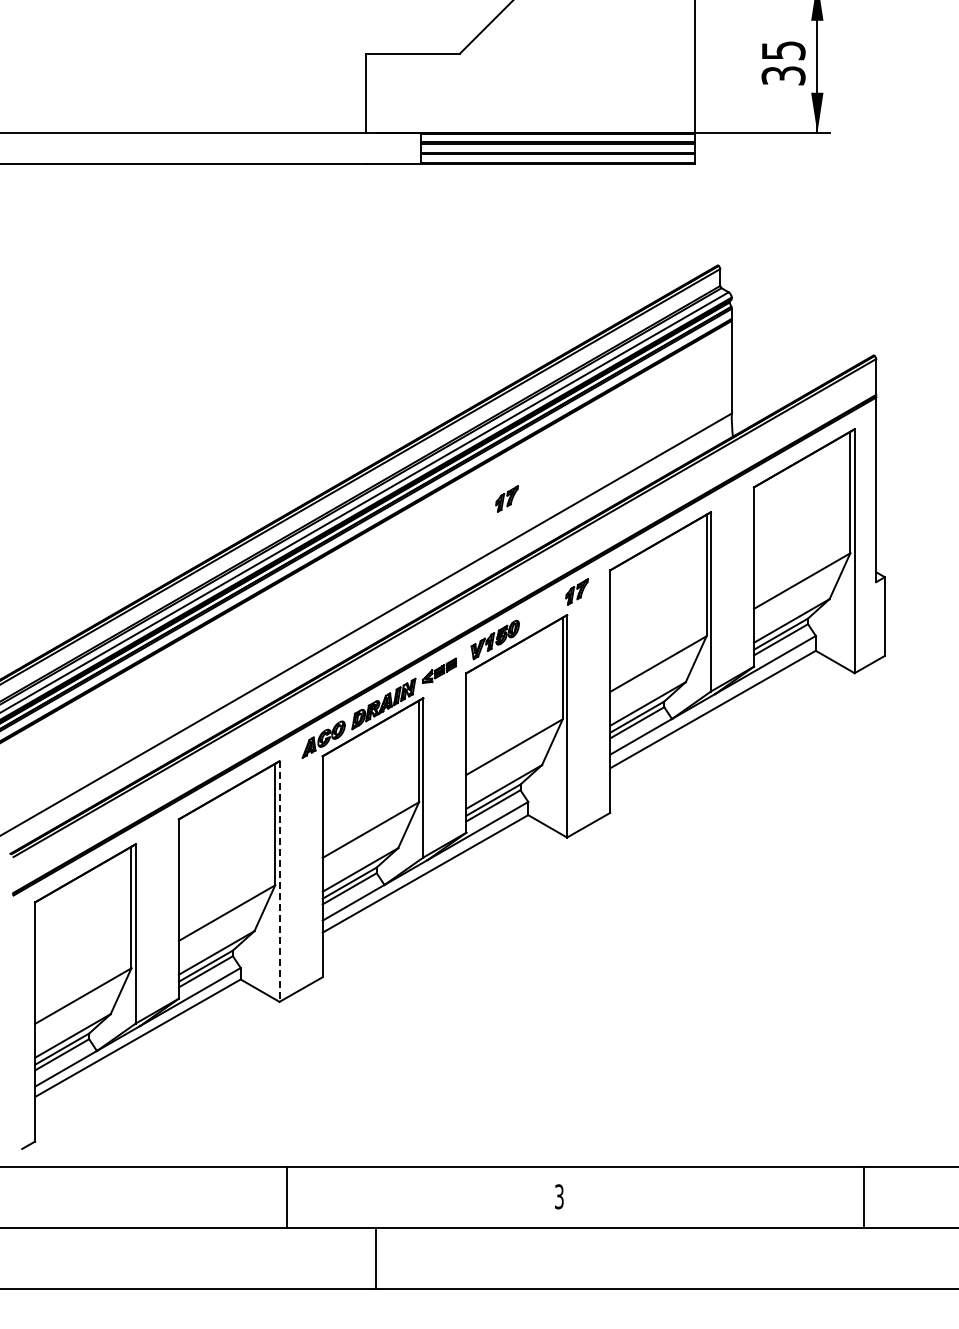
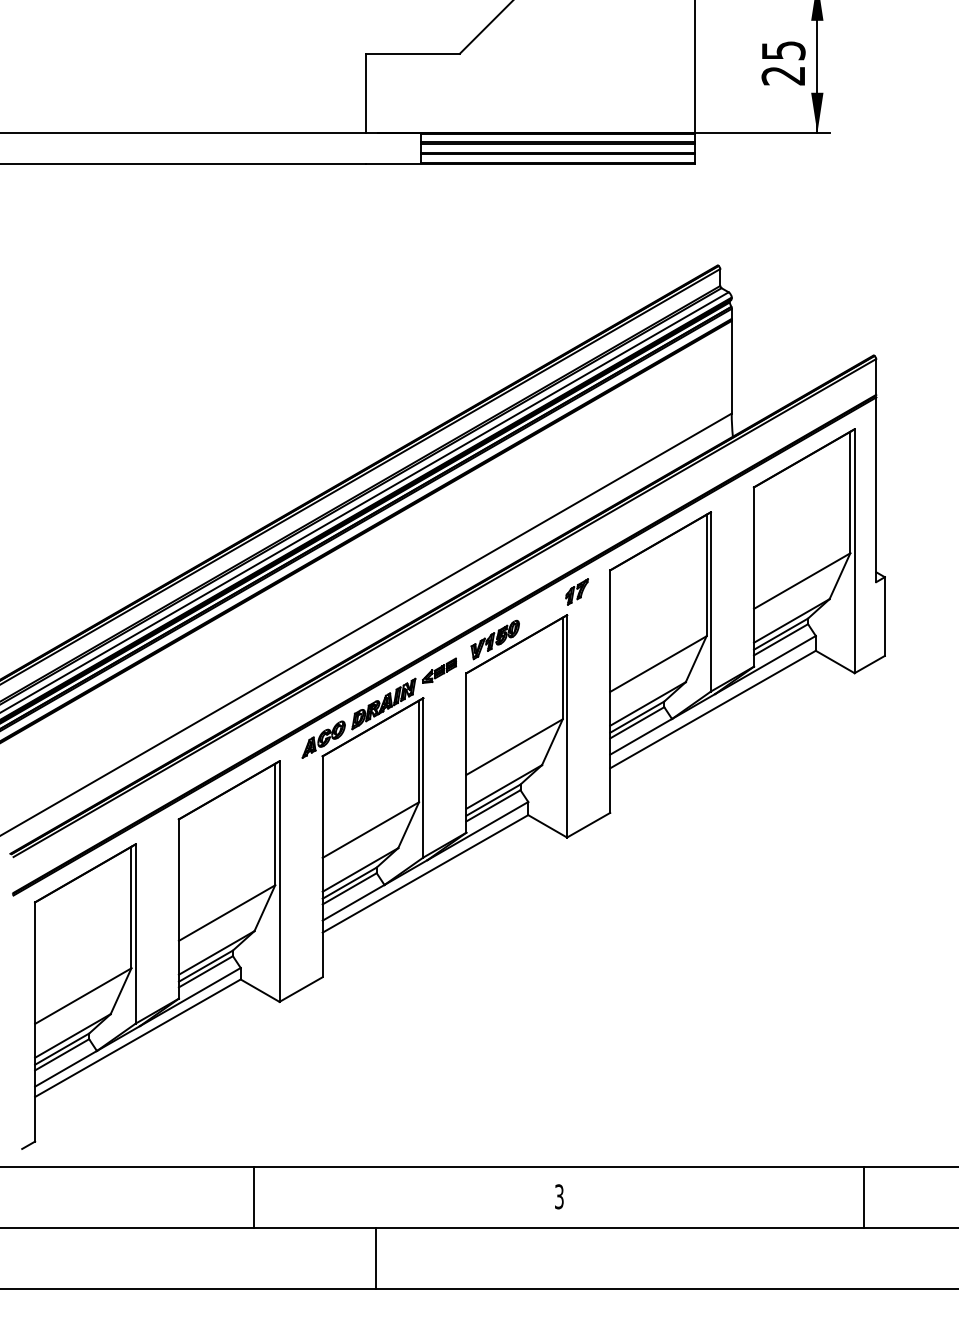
text at (783, 75): 35 -> 25
part at (506, 498): present -> none
line at (279, 882): dashed -> solid
line at (286, 1197) position: (286, 1197) -> (253, 1197)
